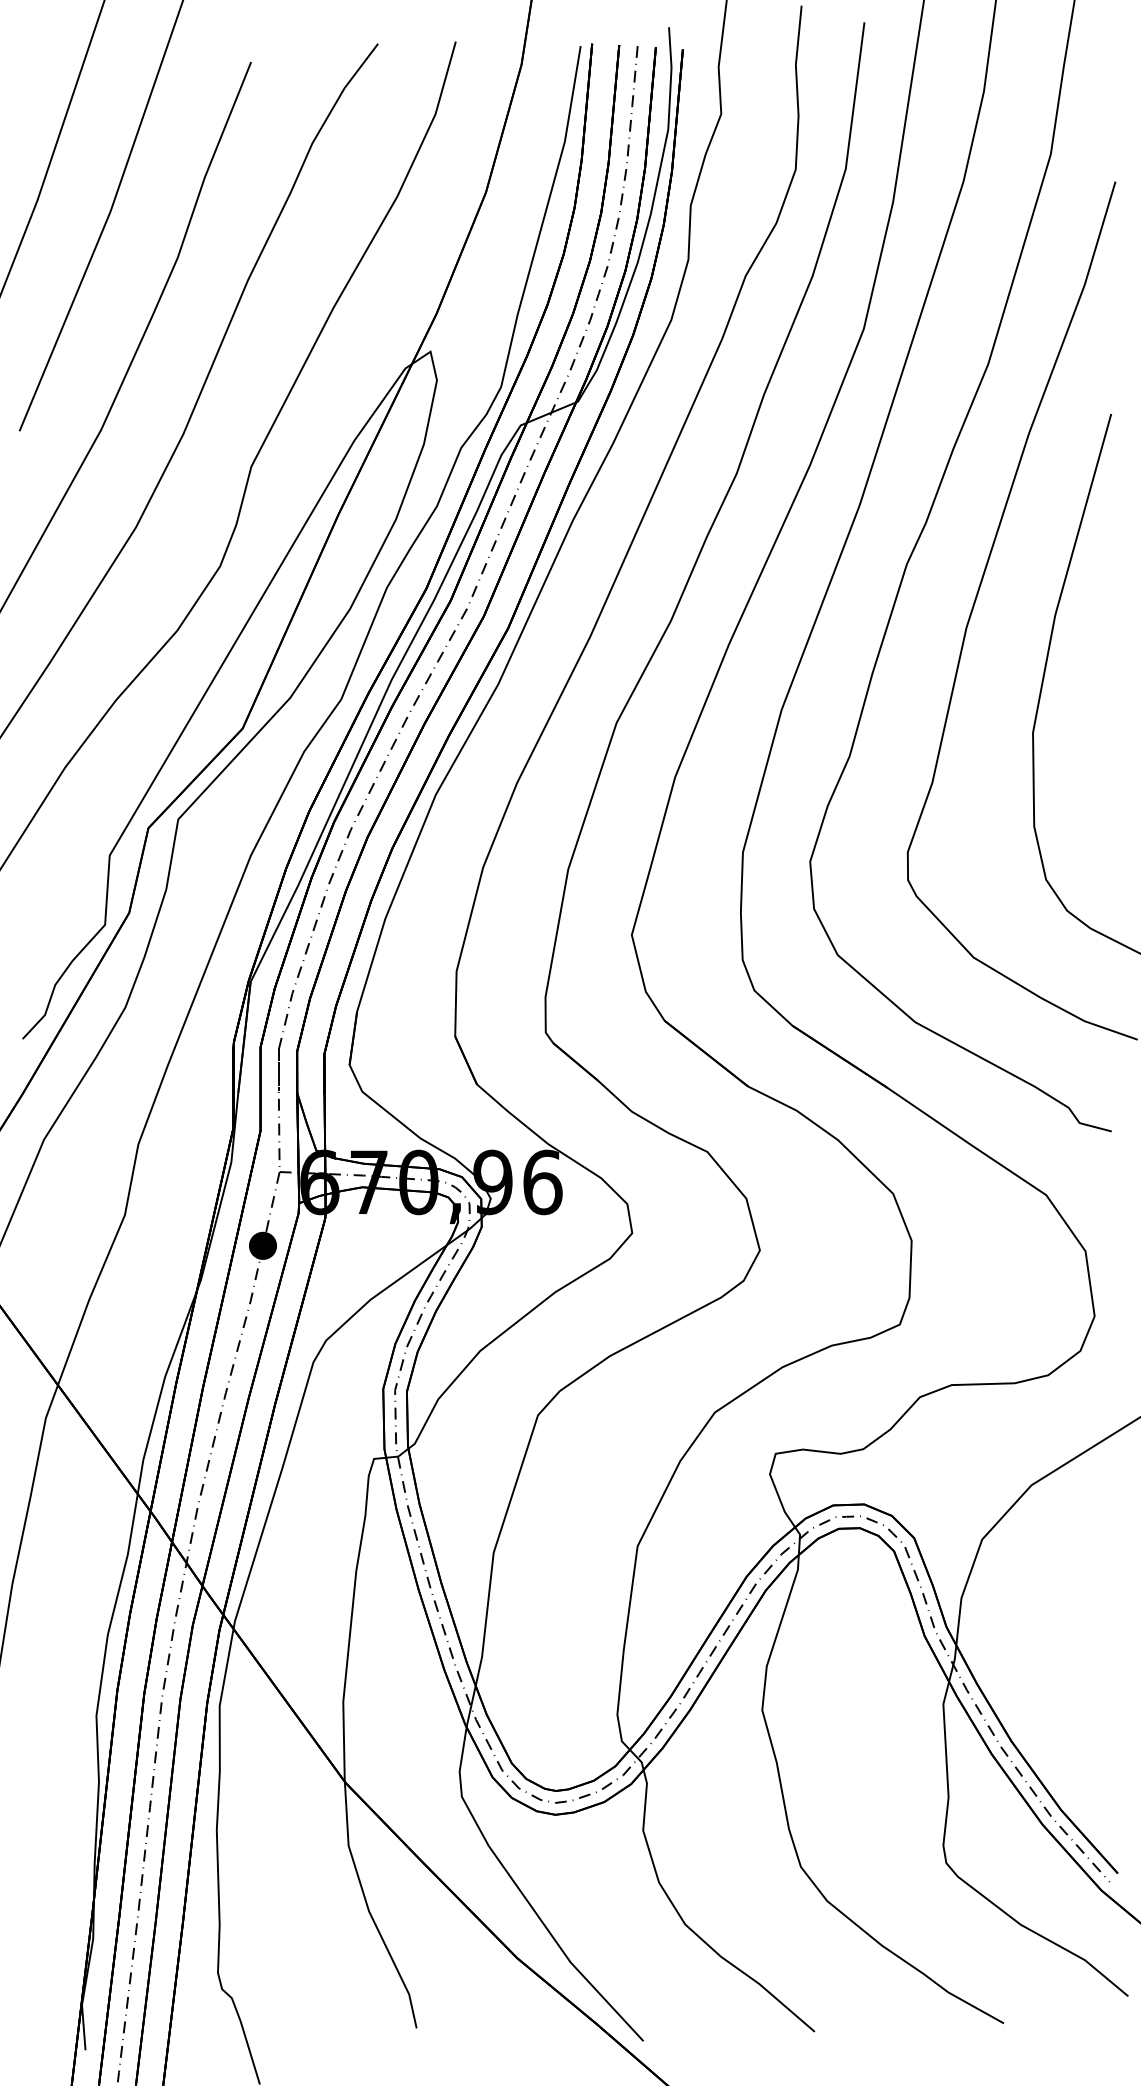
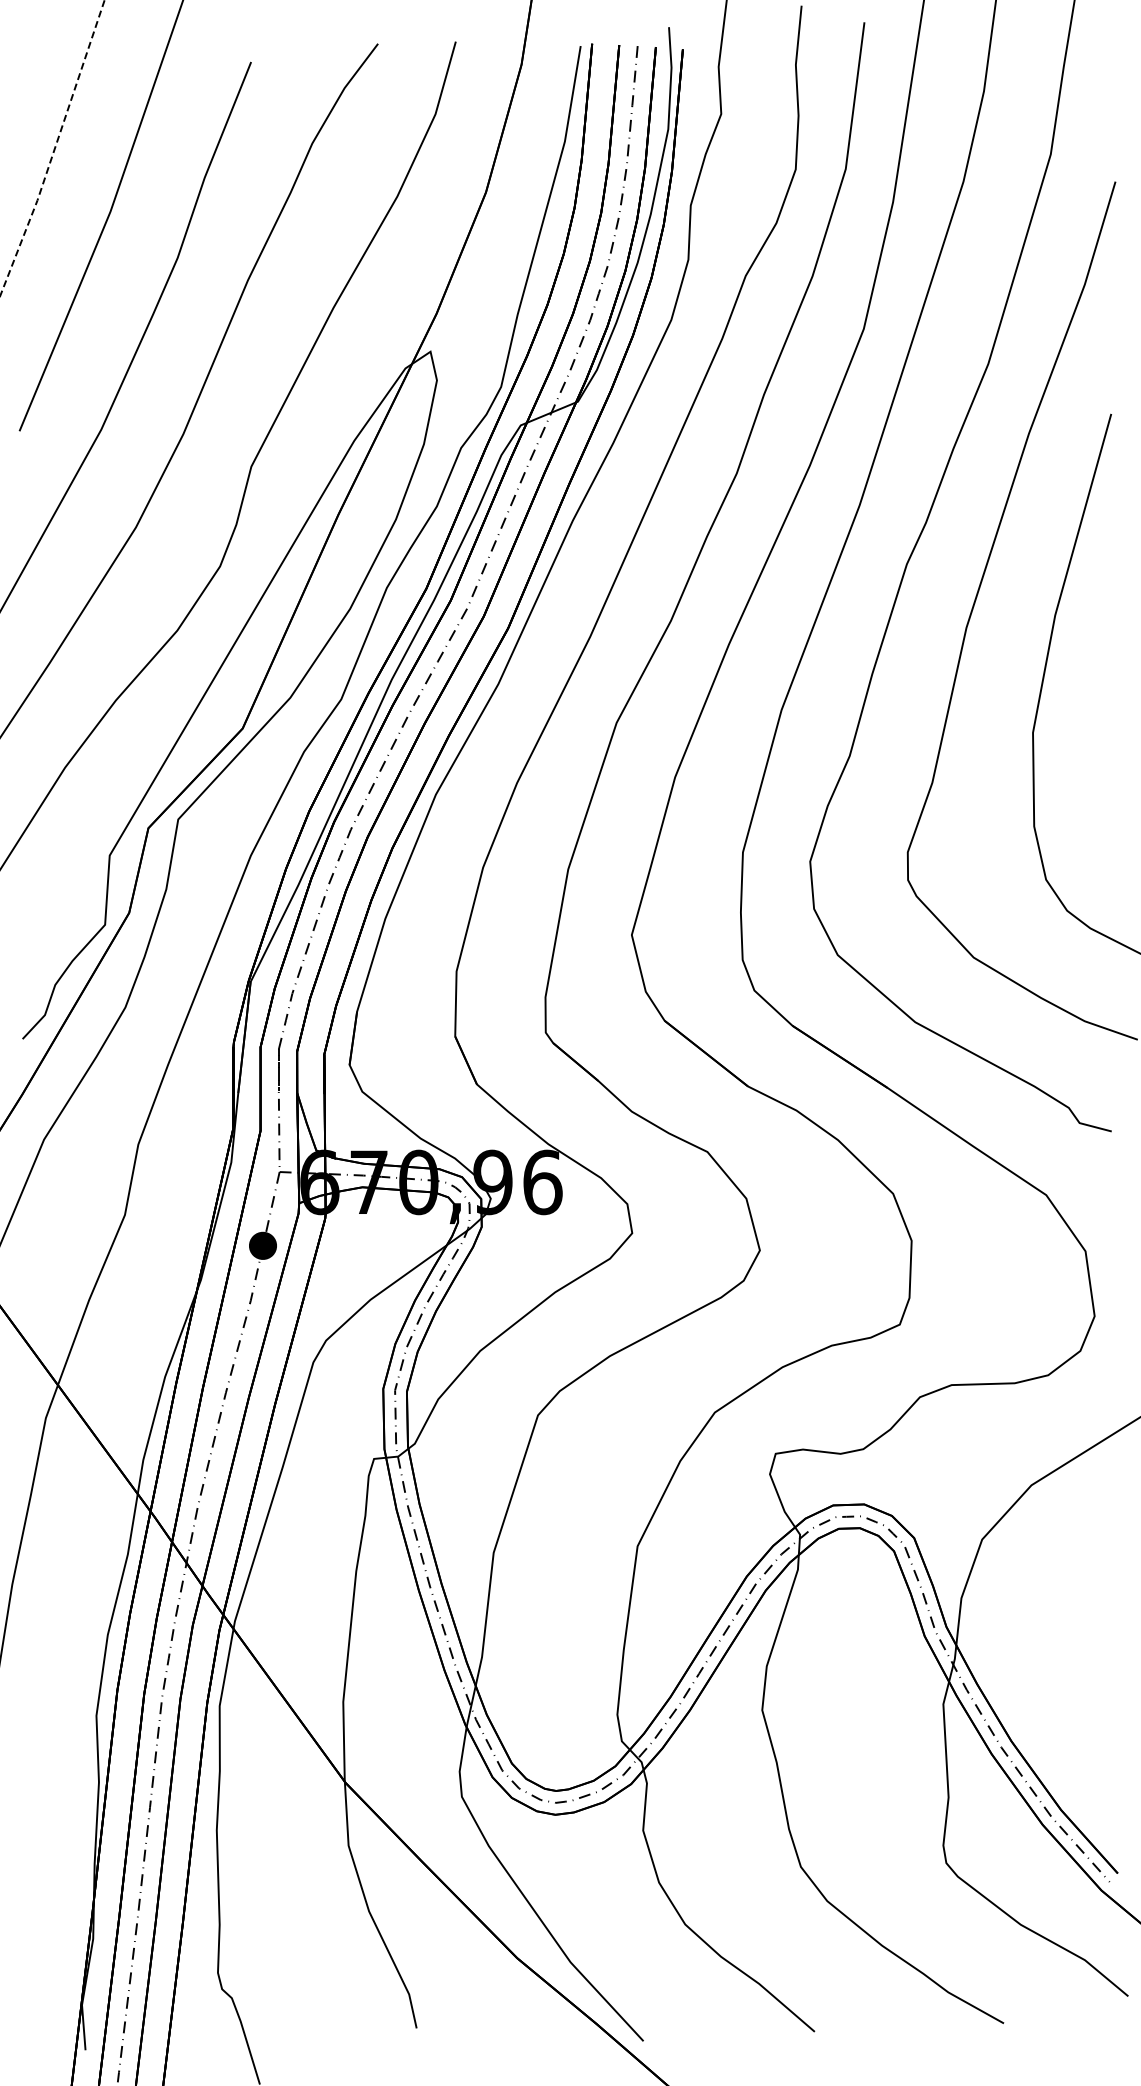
line at (54, 149): solid -> dashed
